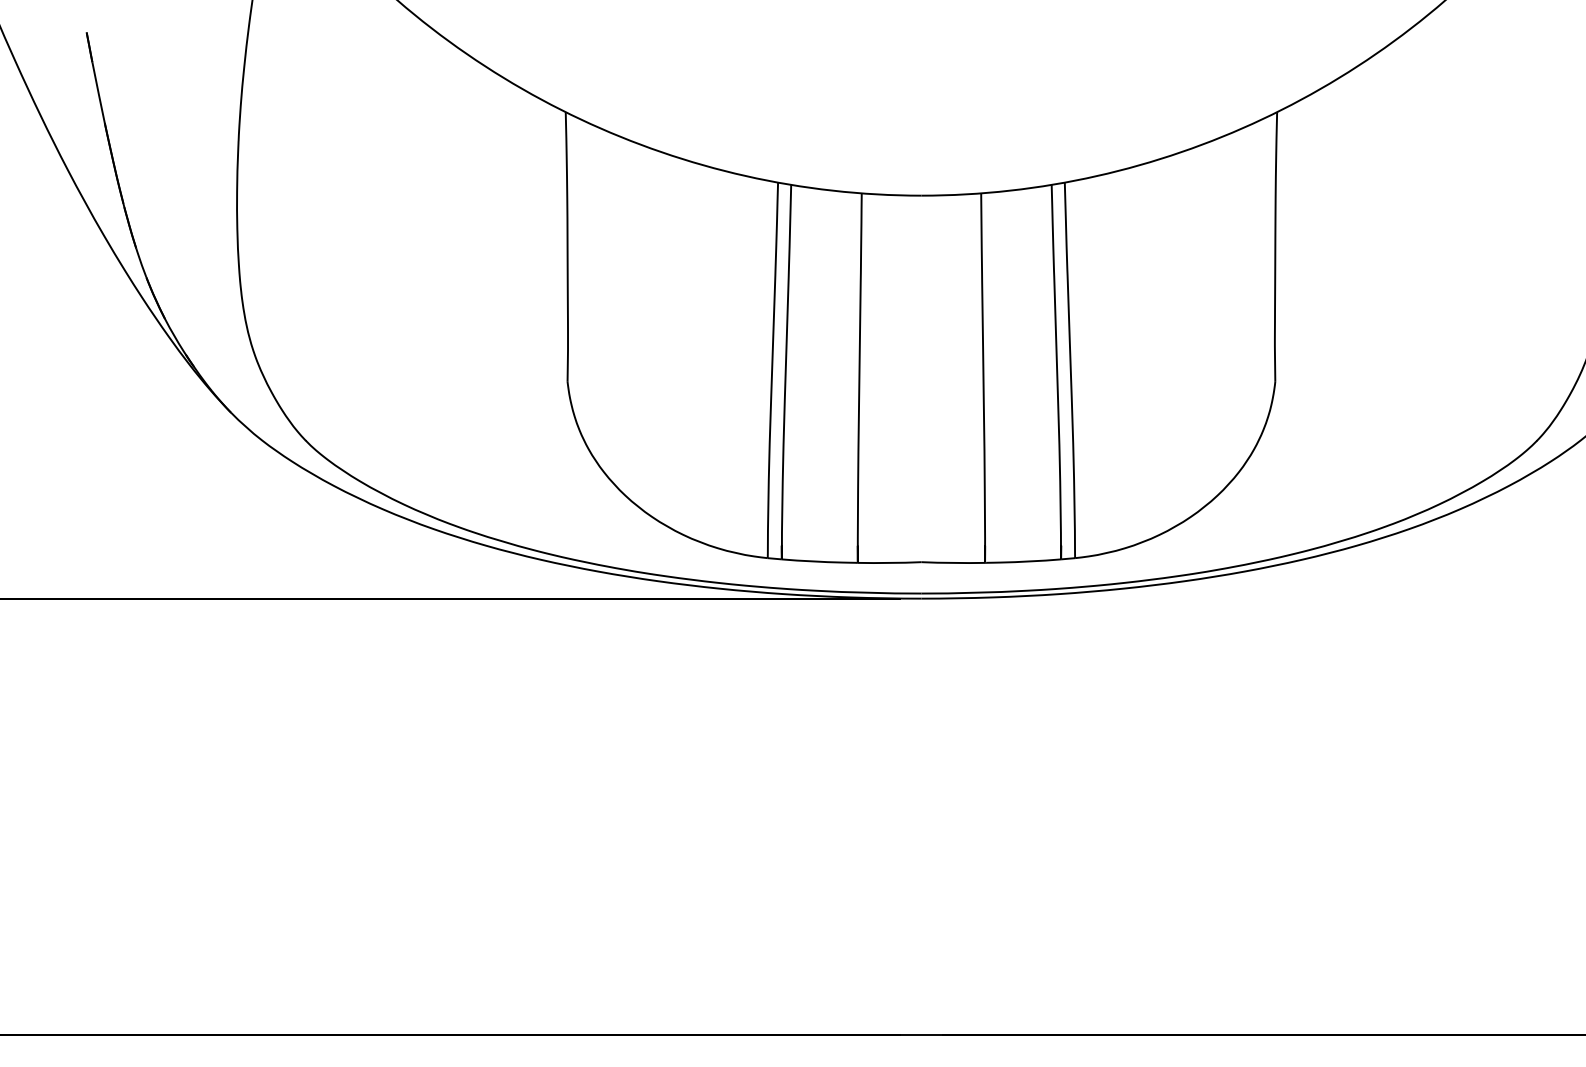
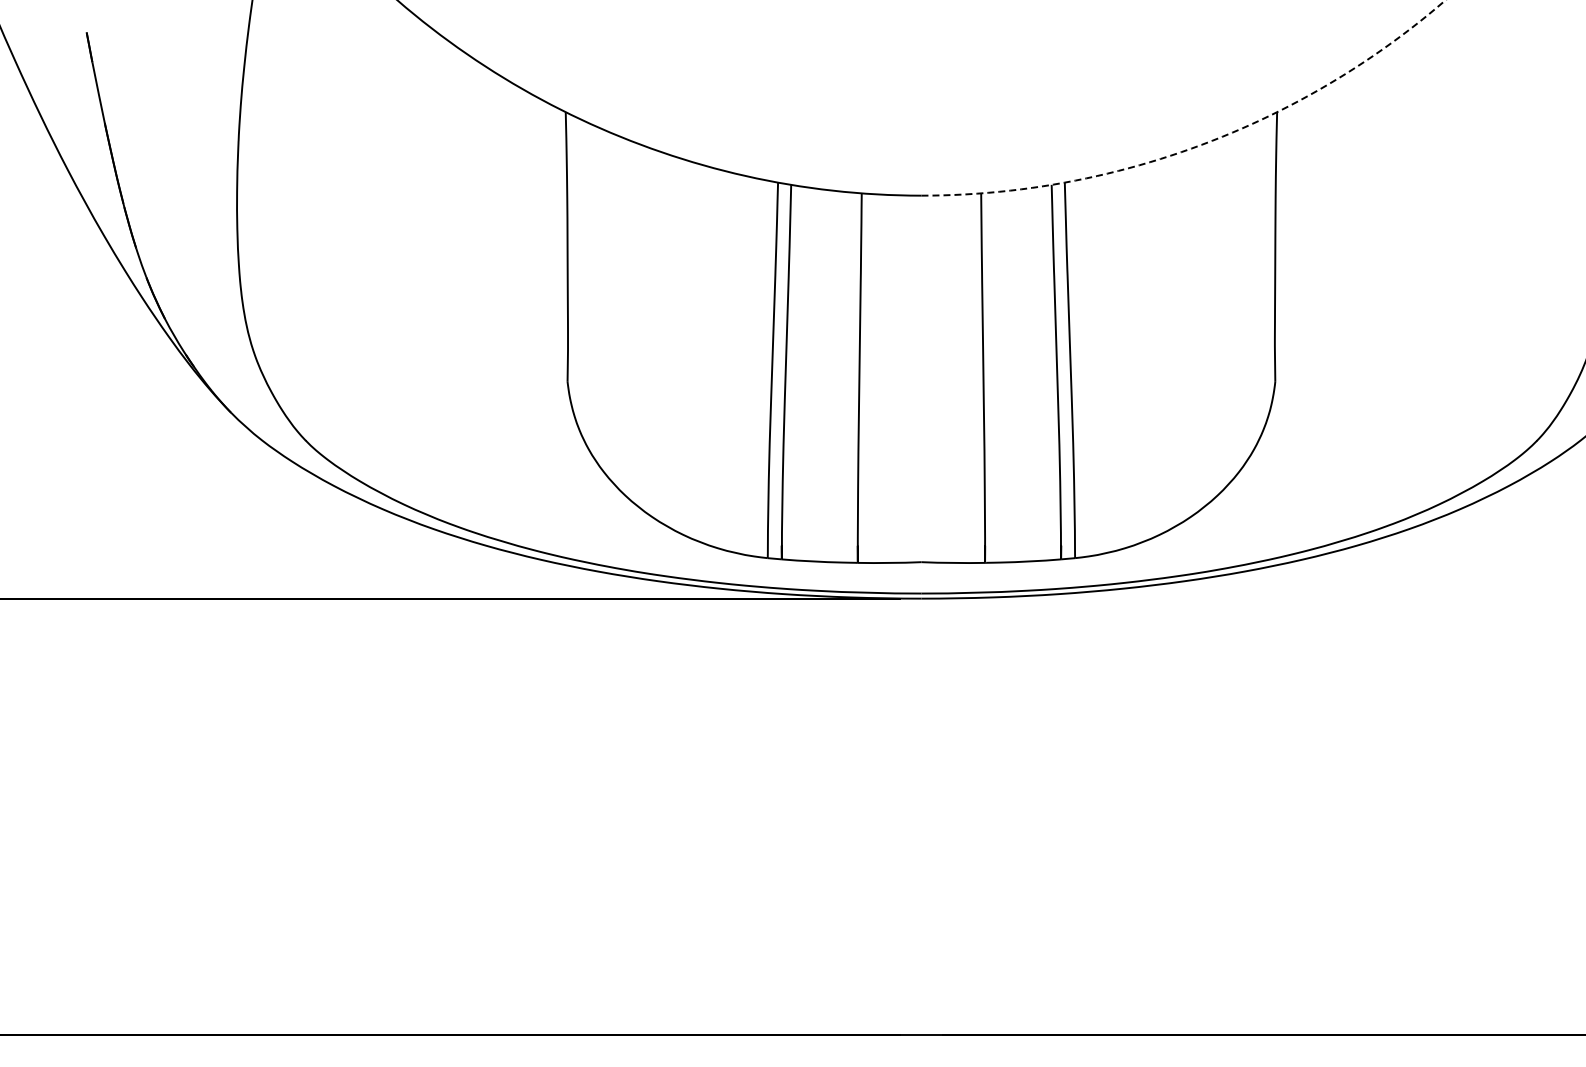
arc at (1200, 145): solid -> dashed
